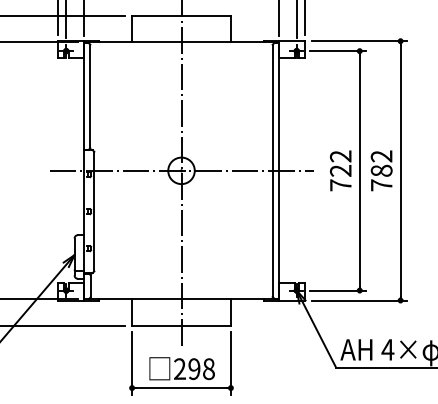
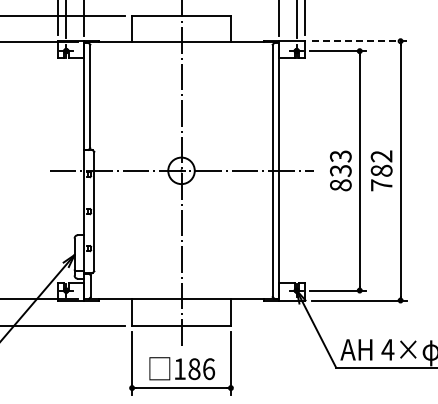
line at (359, 41): solid -> dashed
text at (340, 170): 722 -> 833
text at (194, 369): 298 -> 186
